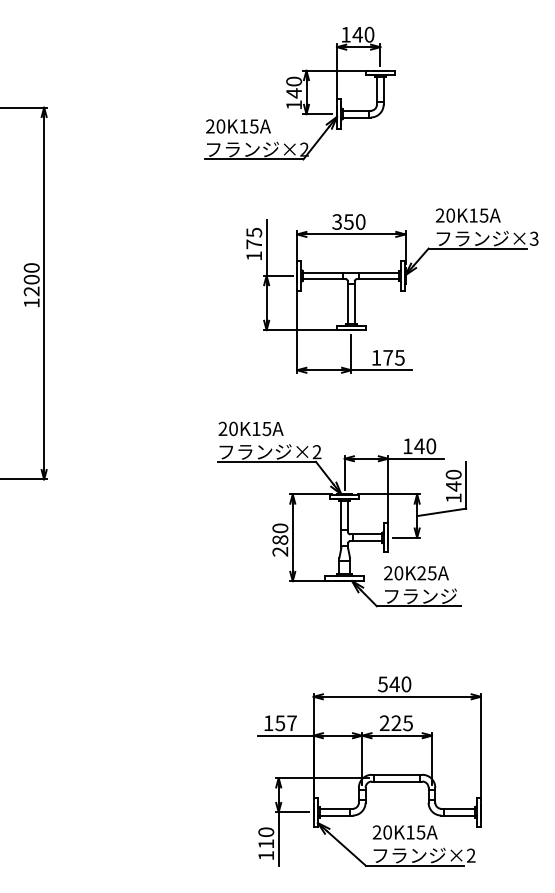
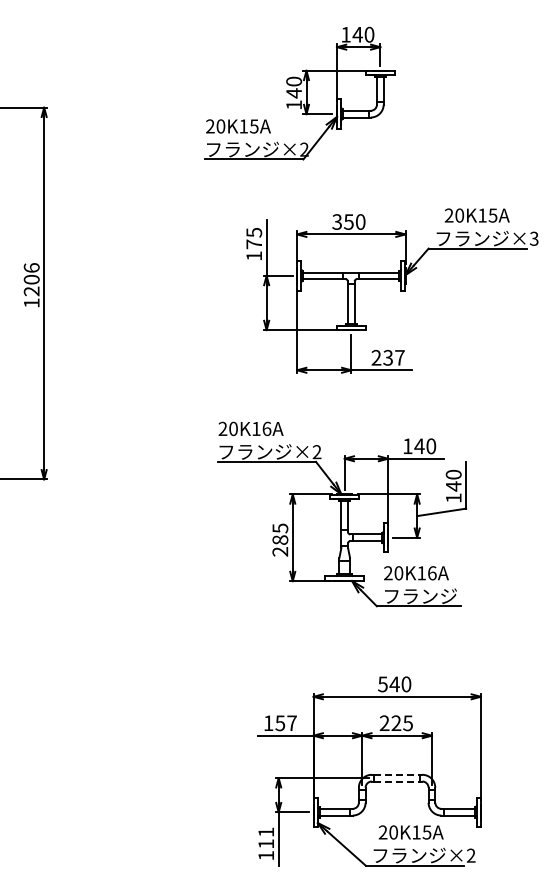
text at (467, 215) position: (467, 215) -> (476, 215)
text at (31, 267): 1200 -> 1206
text at (387, 357): 175 -> 237
text at (266, 428): 20K15A -> 20K16A
text at (280, 528): 280 -> 285
text at (426, 573): 20K25A -> 20K16A
line at (397, 774): solid -> dashed
line at (397, 781): solid -> dashed
text at (266, 831): 110 -> 111
text at (404, 832) position: (404, 832) -> (410, 832)
